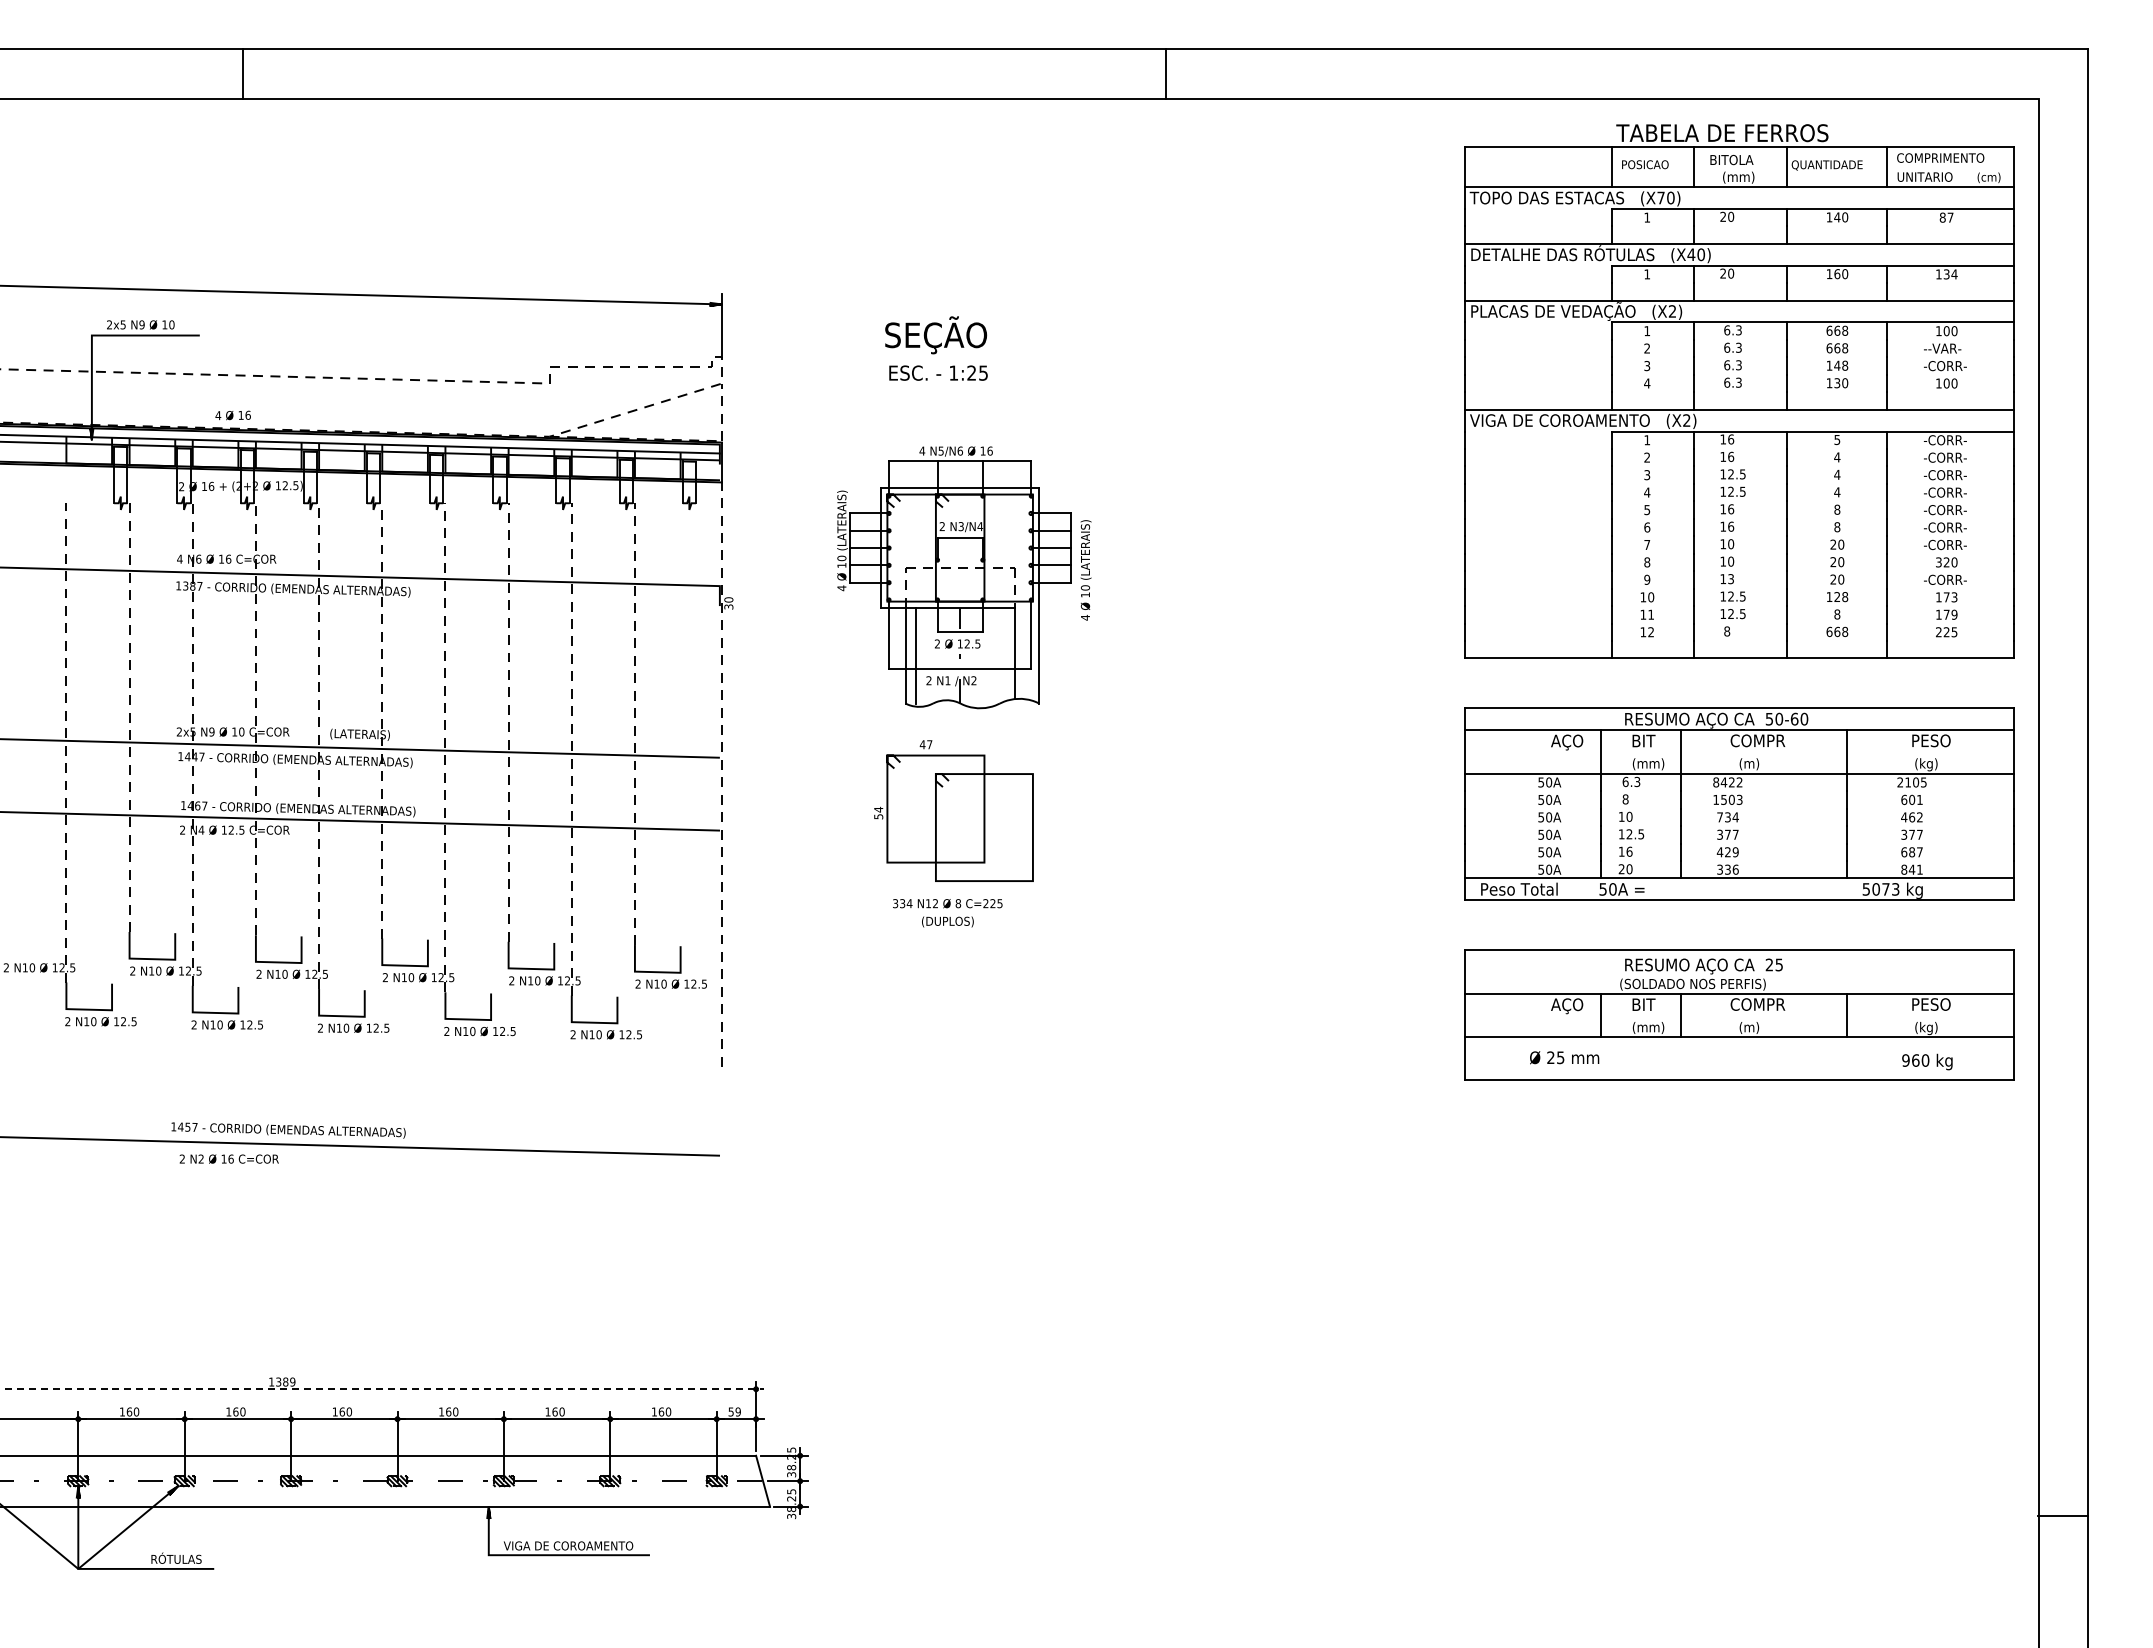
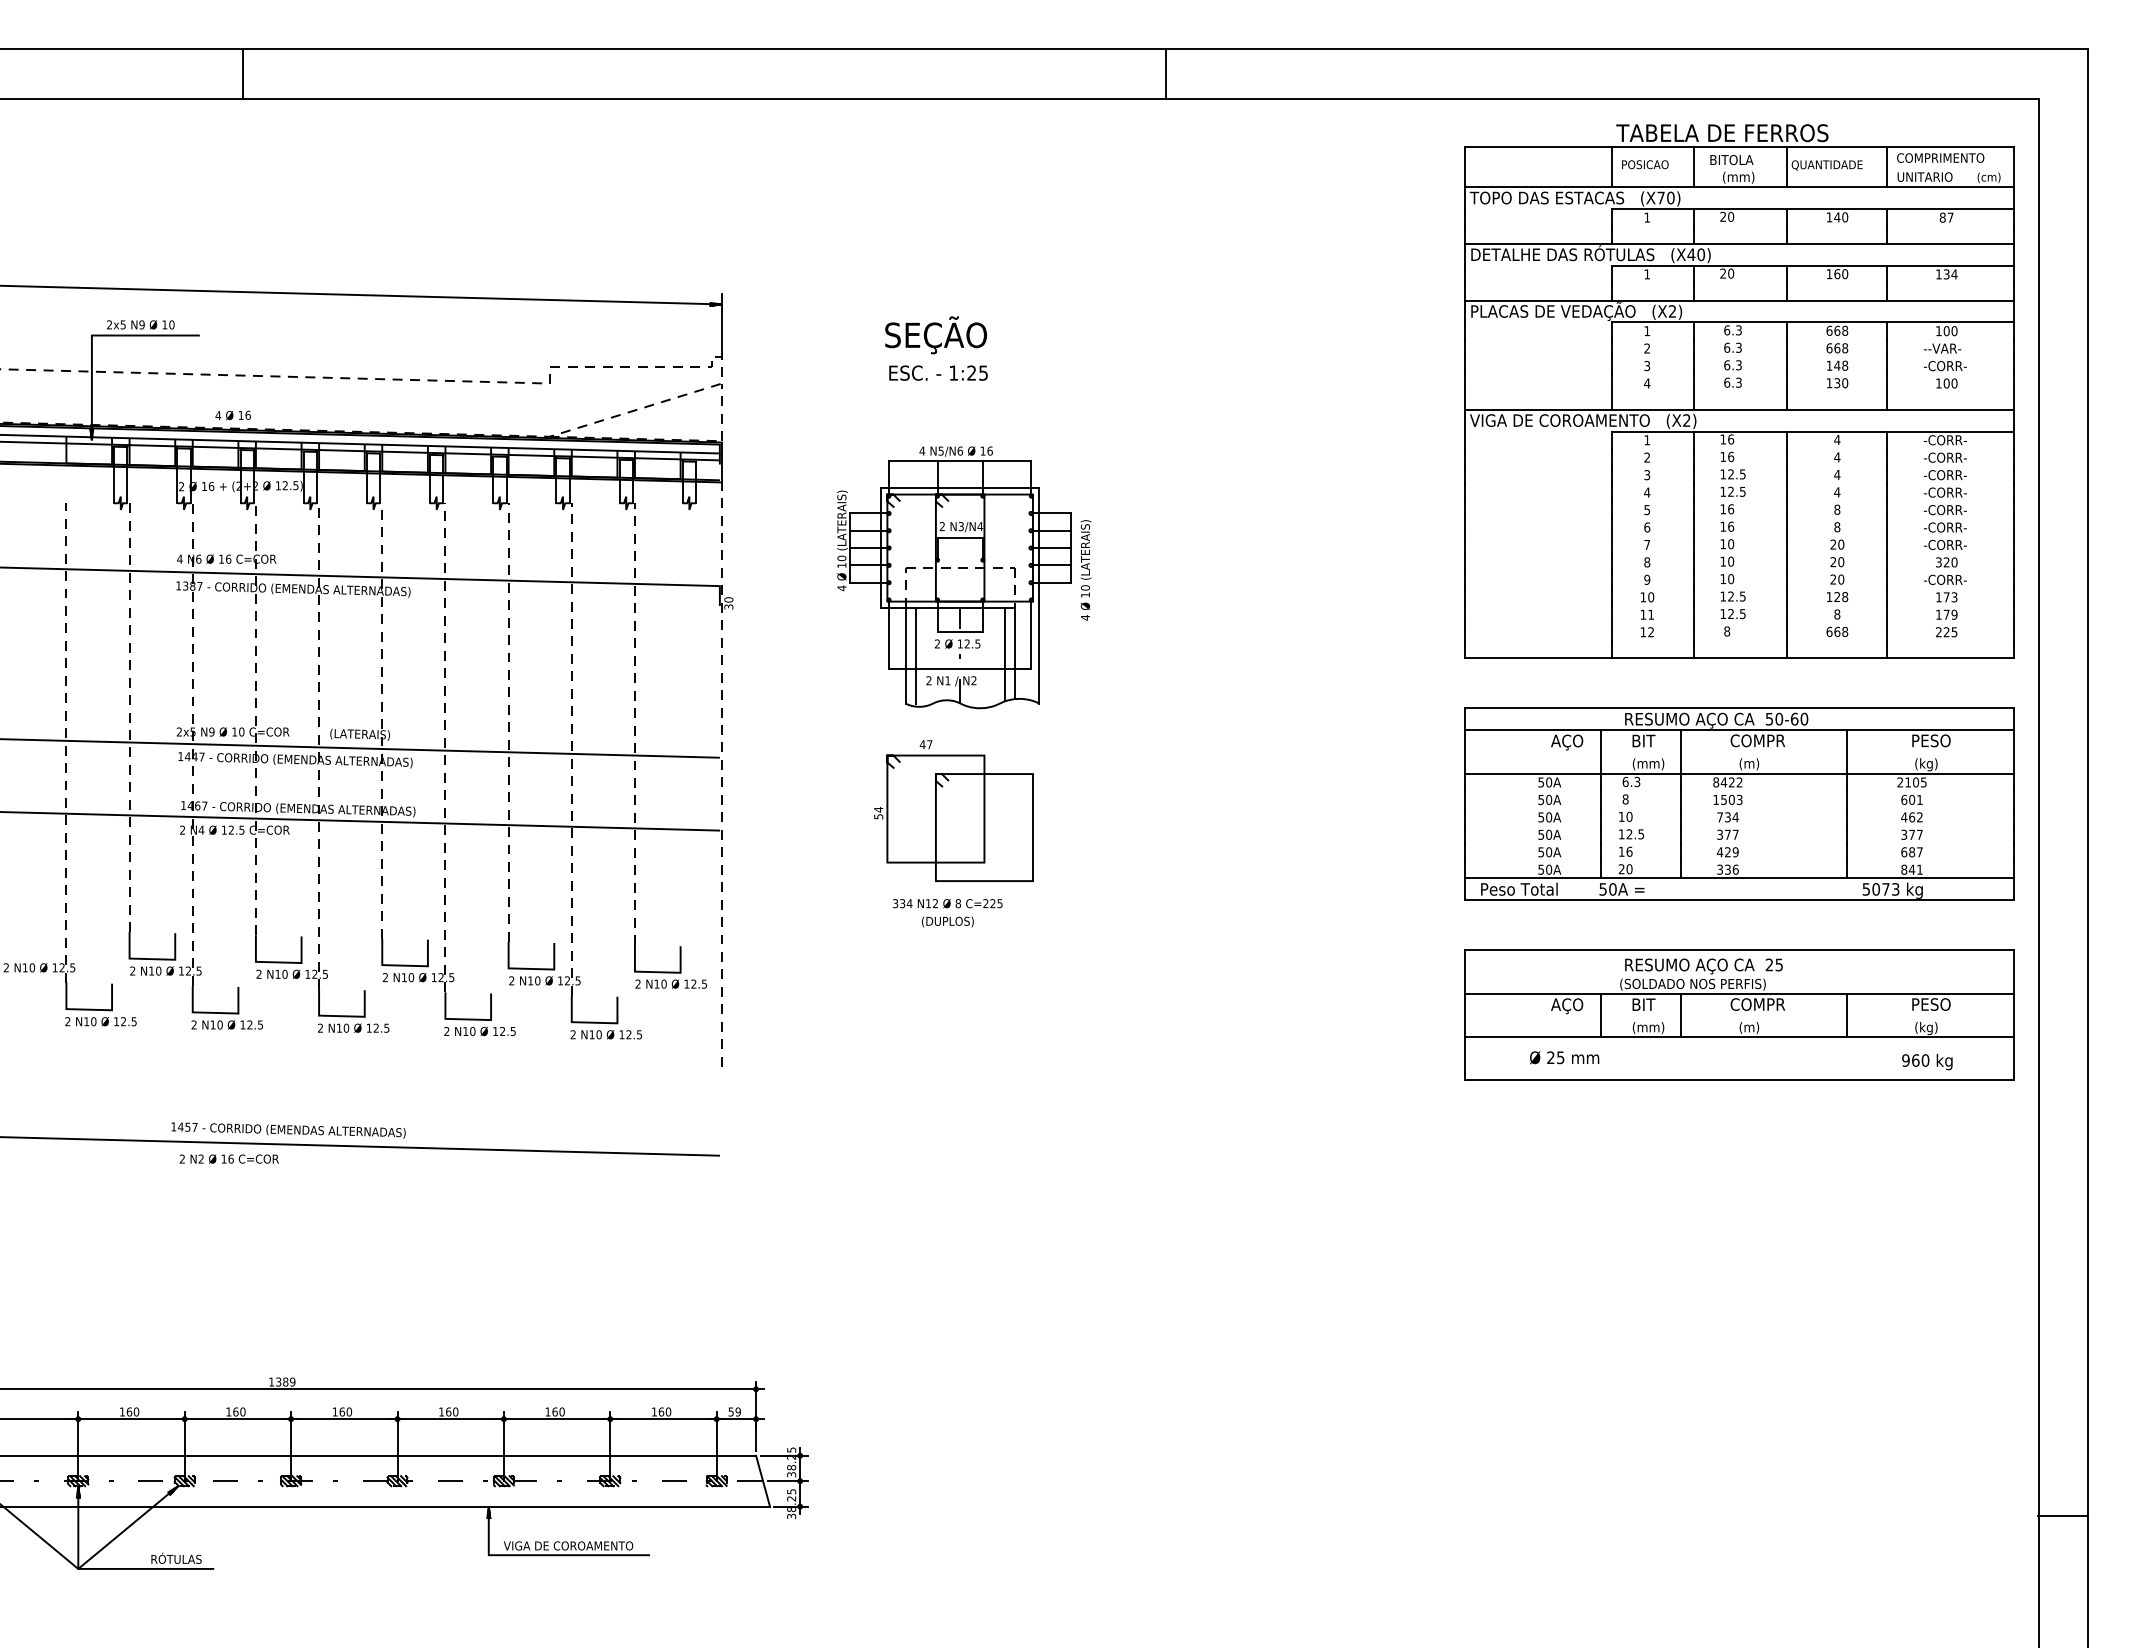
text at (1837, 440): 5 -> 4
text at (1731, 579): 13 -> 10
line at (1005, 654): none -> present
line at (382, 1389): dashed -> solid
